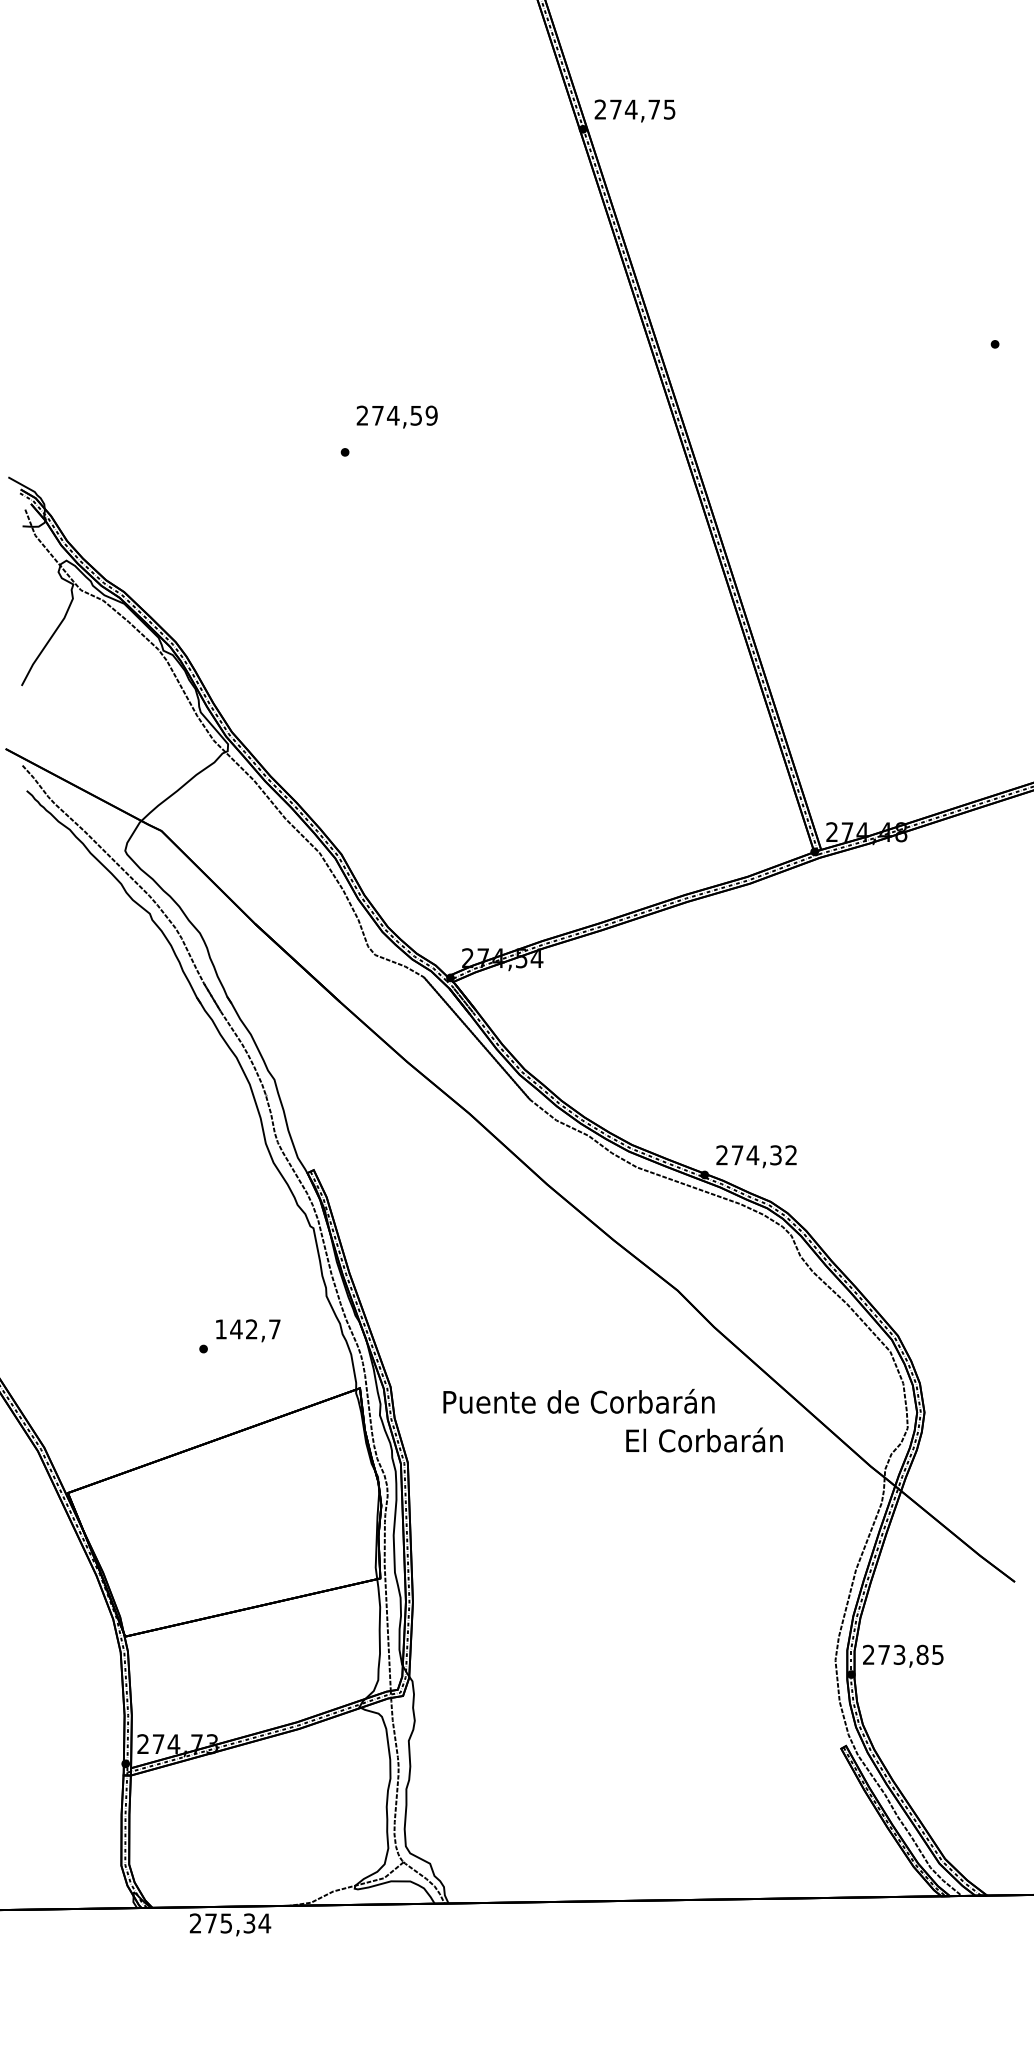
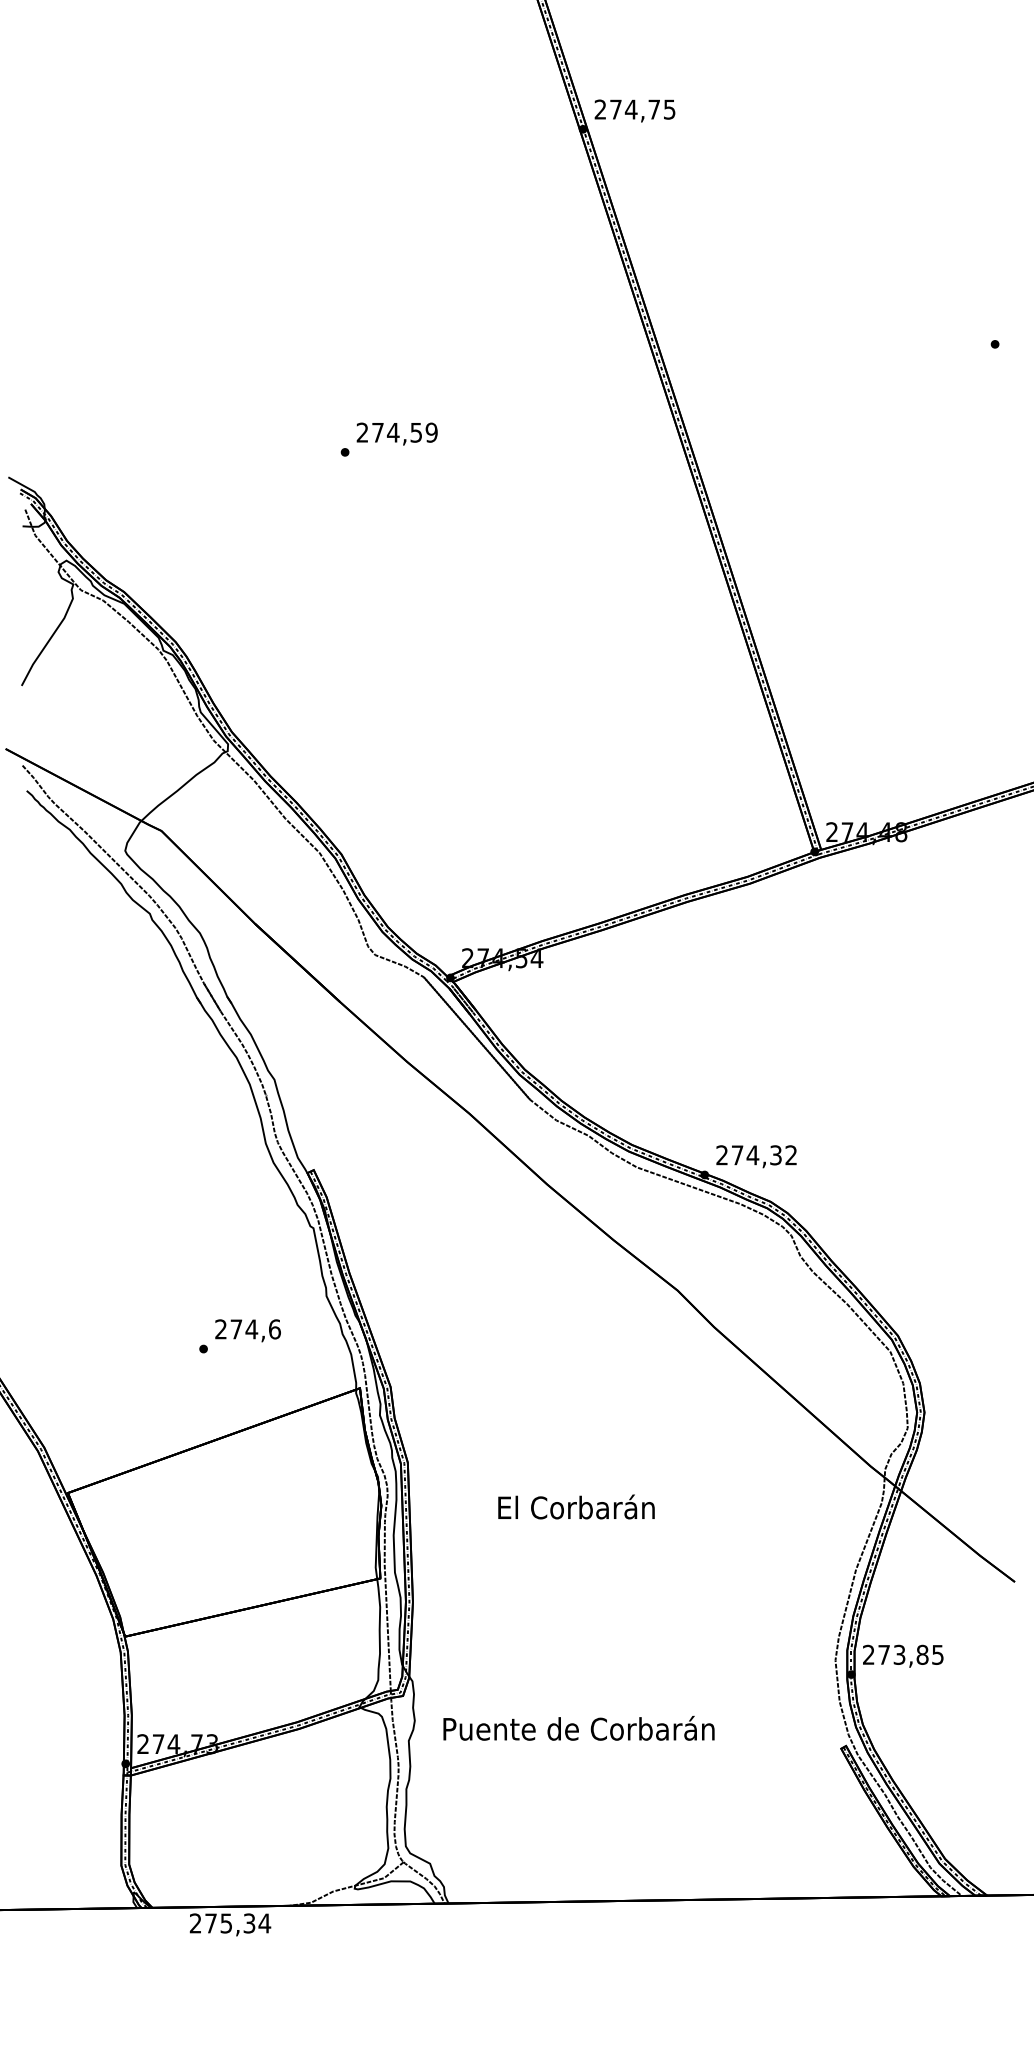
text at (396, 416) position: (396, 416) -> (396, 433)
text at (247, 1329): 142,7 -> 274,6
text at (578, 1401) position: (578, 1401) -> (578, 1728)
text at (704, 1439) position: (704, 1439) -> (576, 1506)
